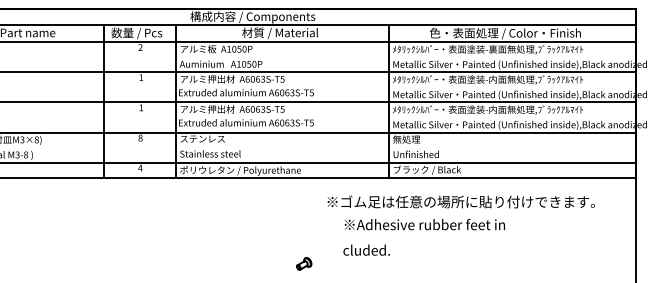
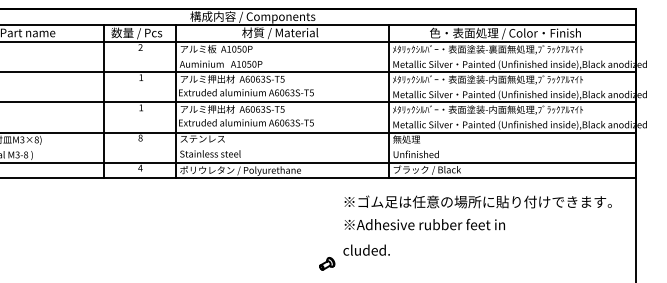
text at (460, 201) position: (460, 201) -> (477, 201)
part at (304, 263) position: (304, 263) -> (327, 263)
